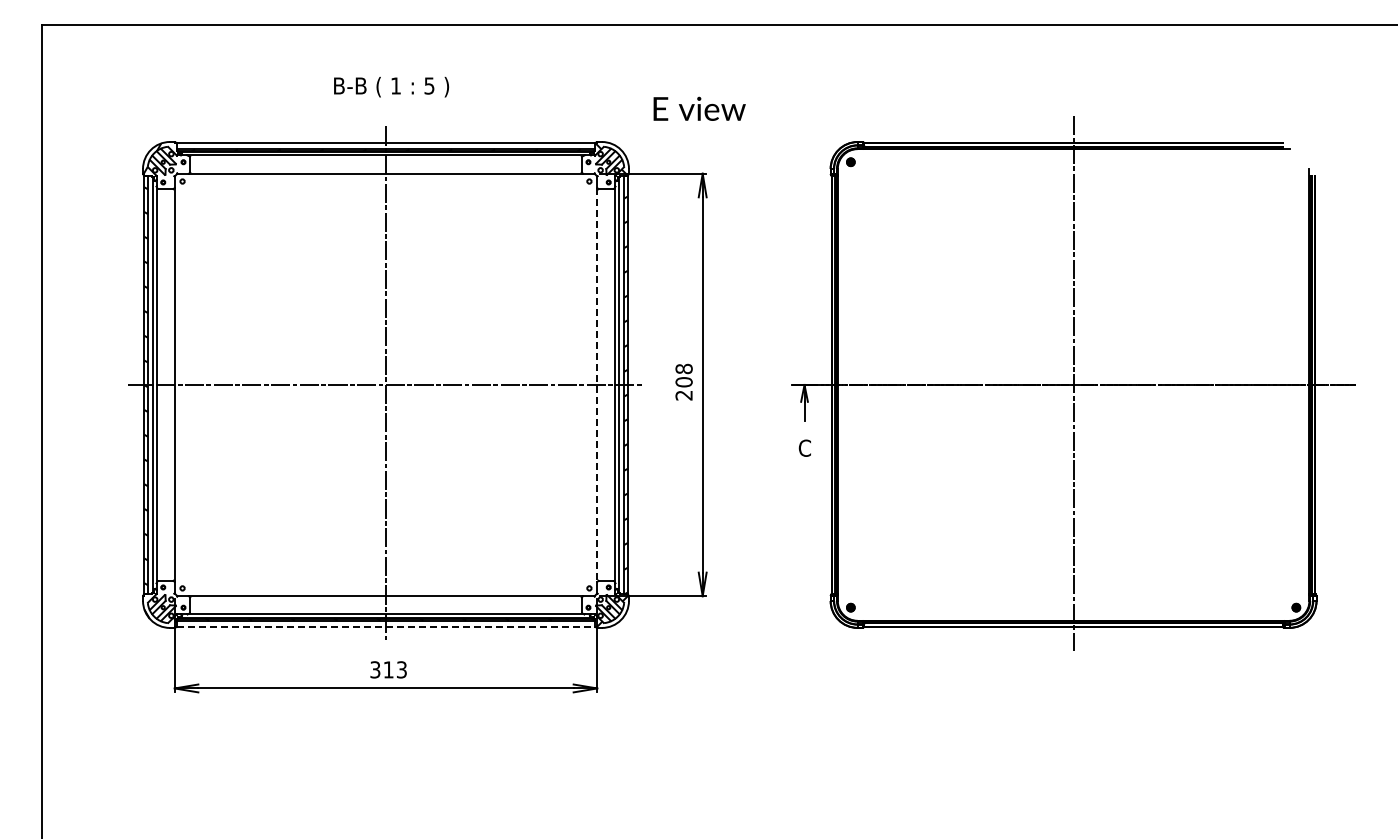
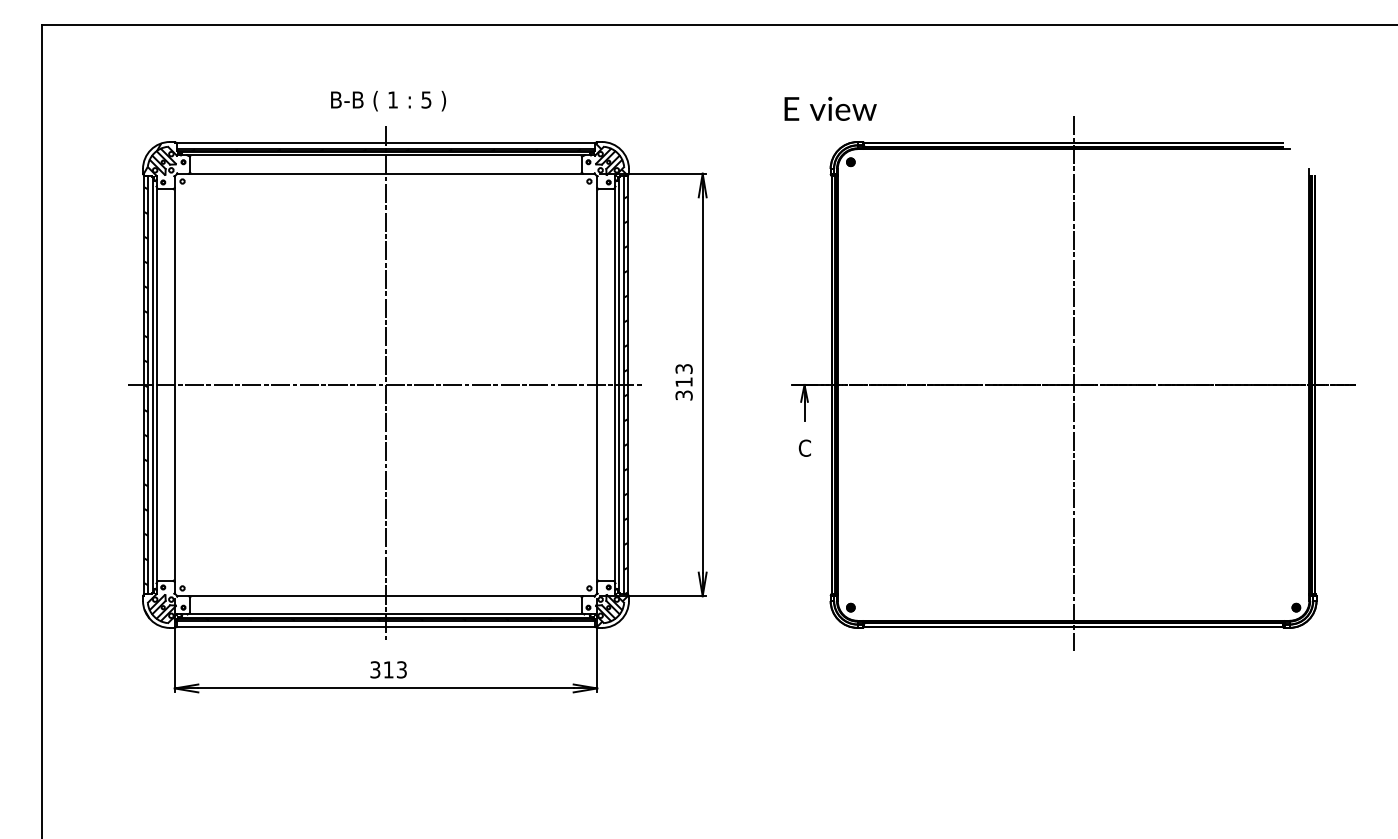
text at (391, 86) position: (391, 86) -> (388, 100)
text at (699, 108) position: (699, 108) -> (830, 108)
text at (683, 381): 208 -> 313
line at (597, 385): dashed -> solid
line at (386, 626): dashed -> solid
